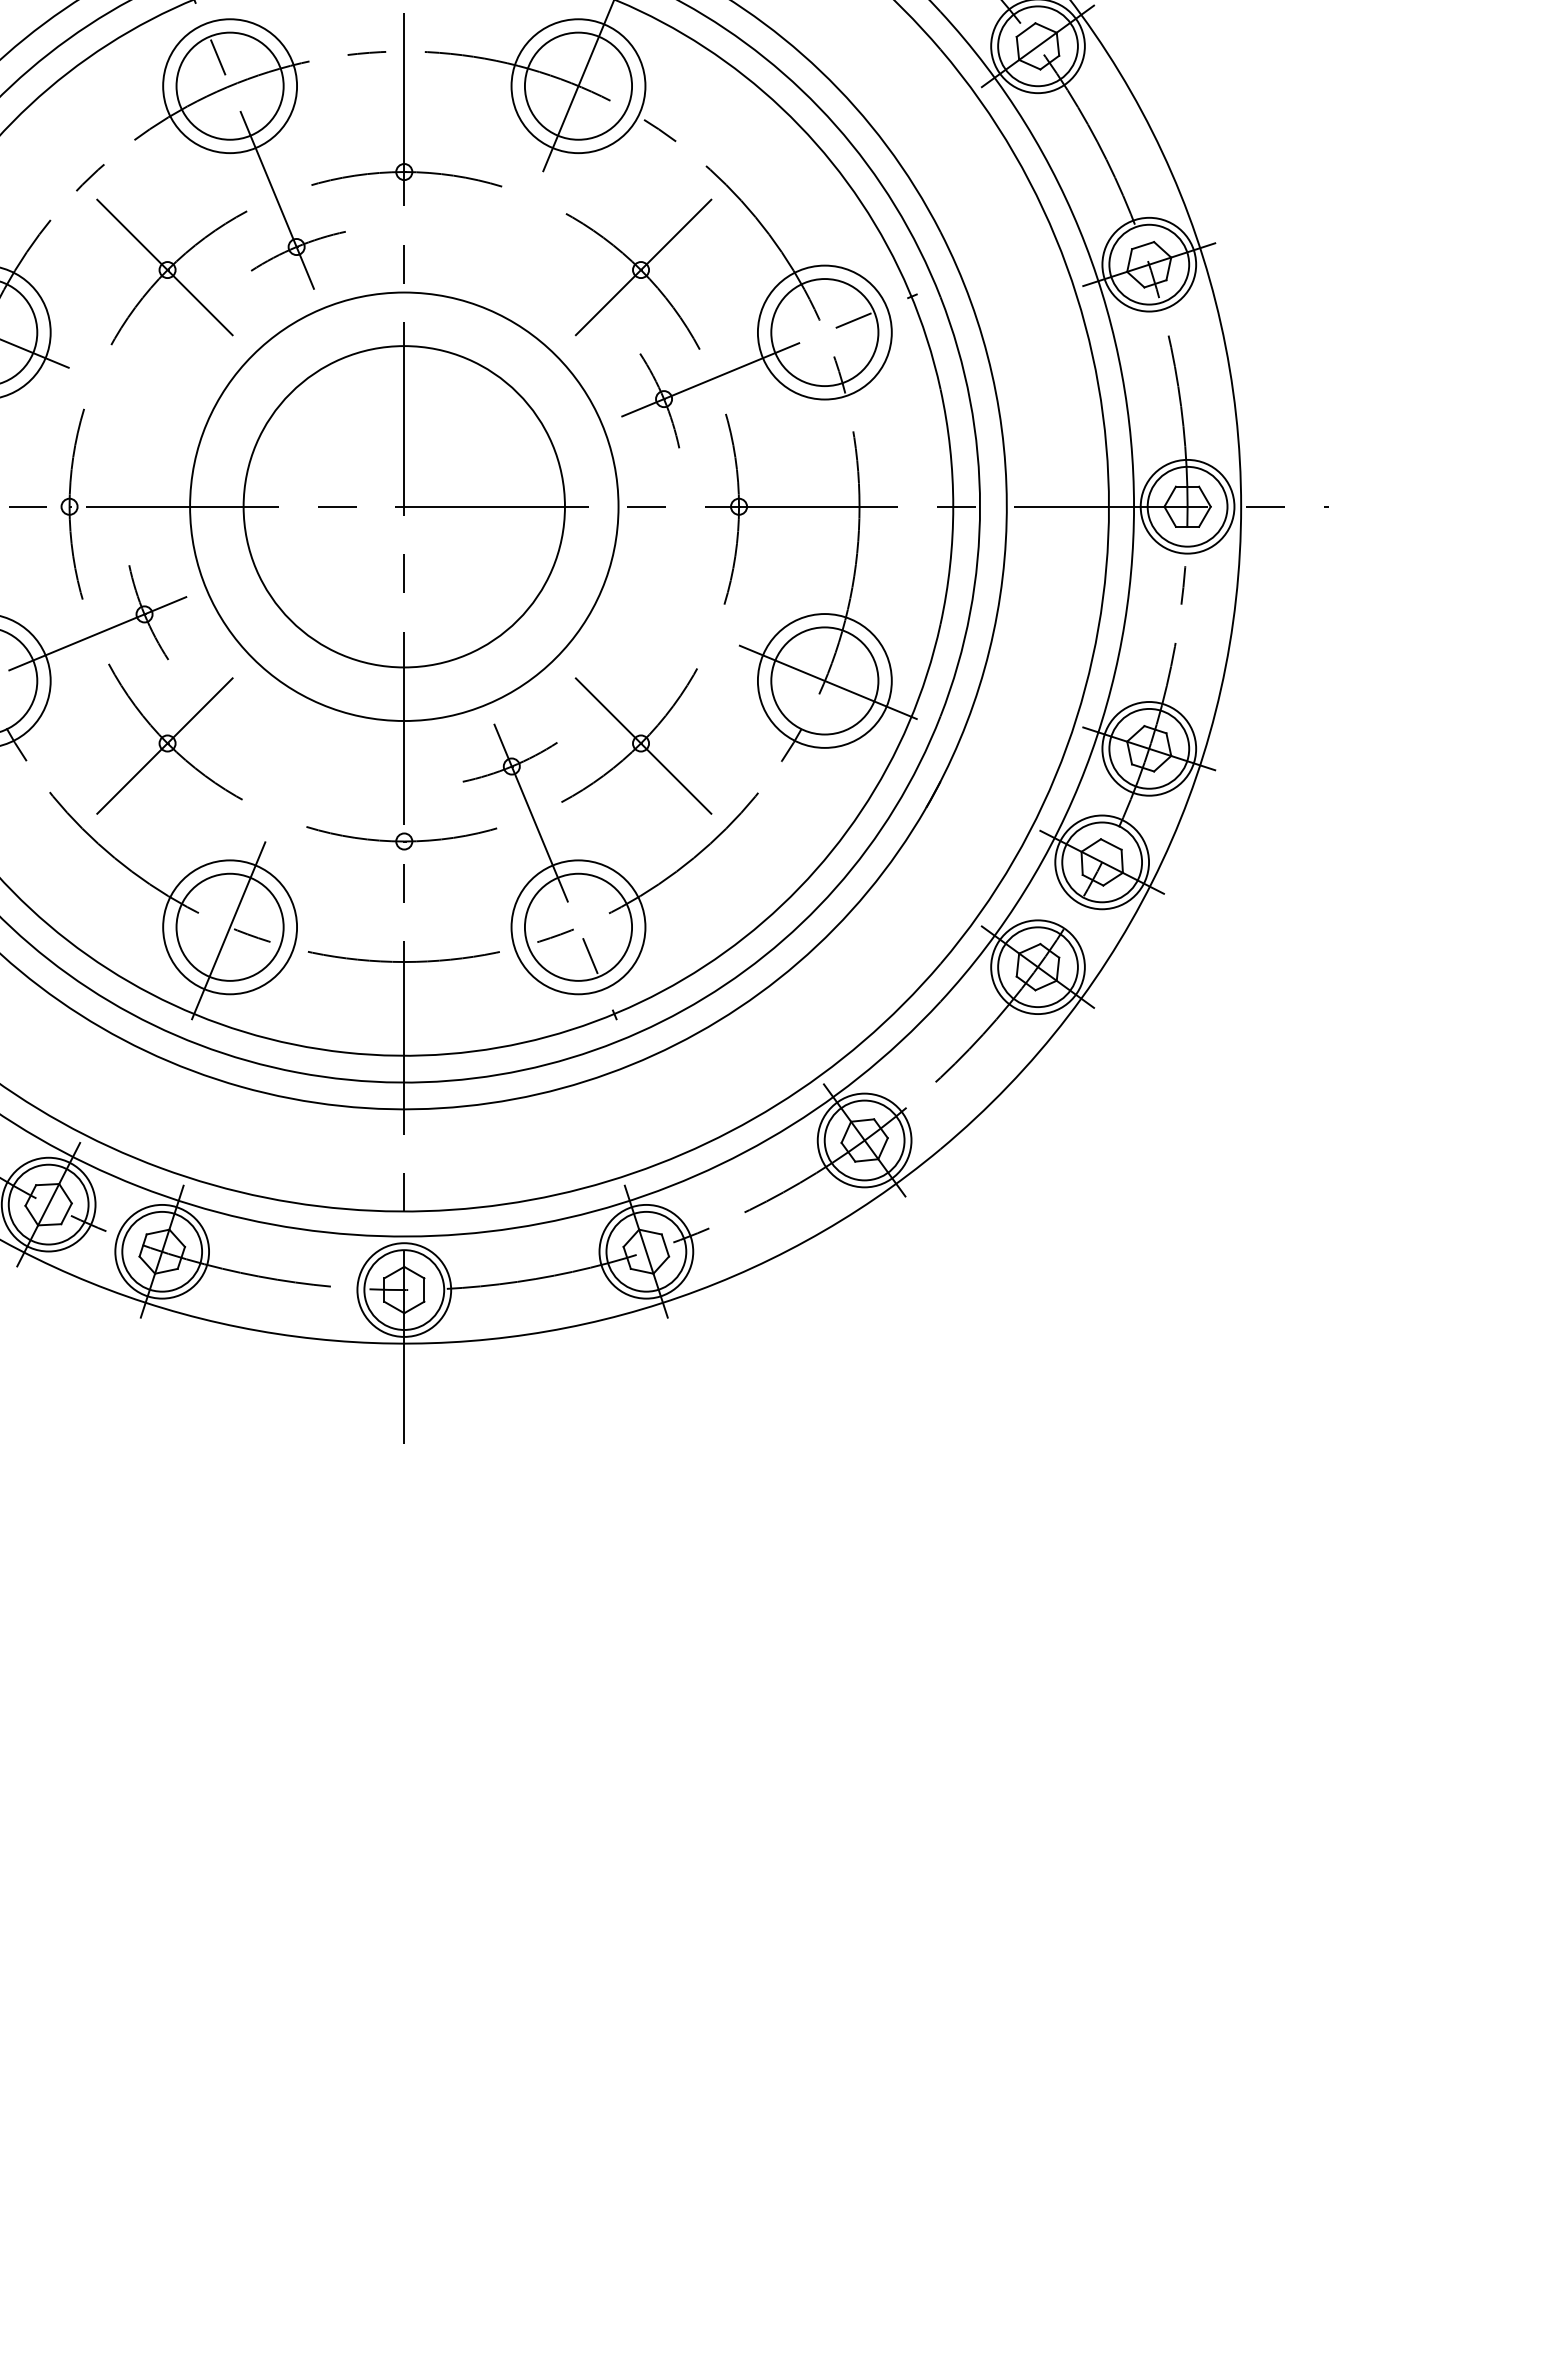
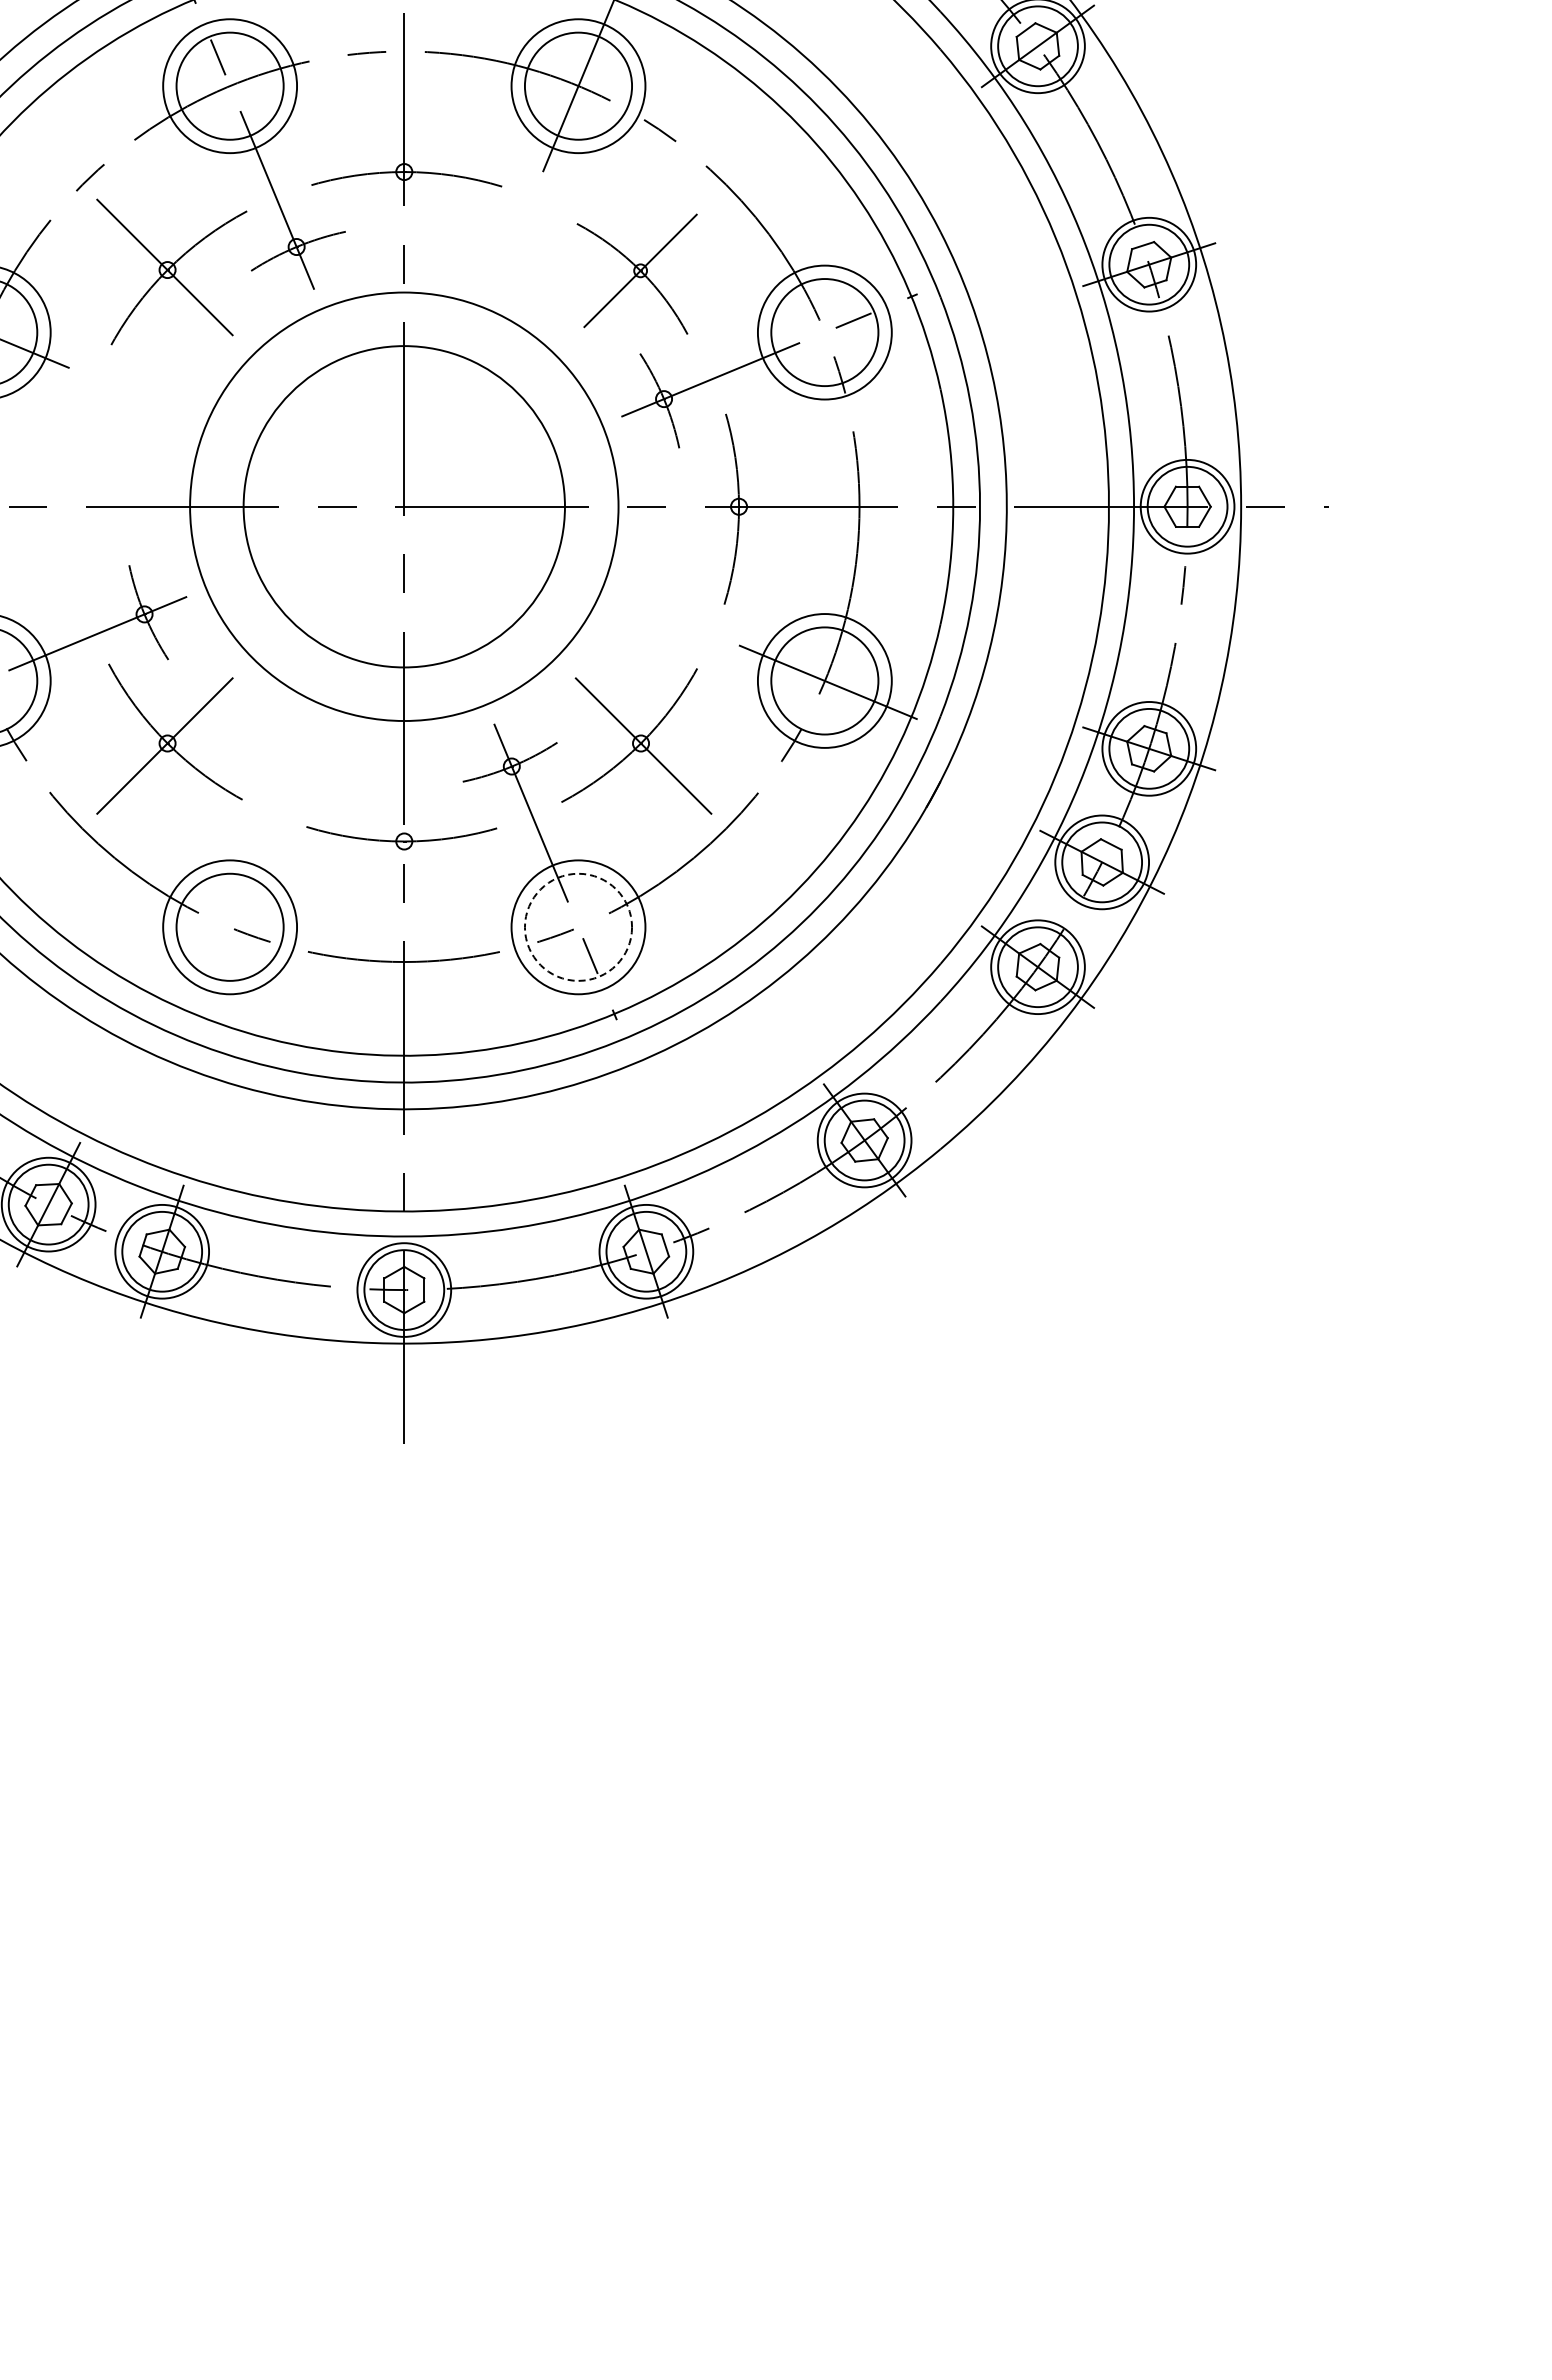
part at (638, 273) size: 148x152 px -> 122x122 px
part at (72, 503): present -> none
circle at (578, 926): solid -> dashed
line at (229, 927): present -> none
